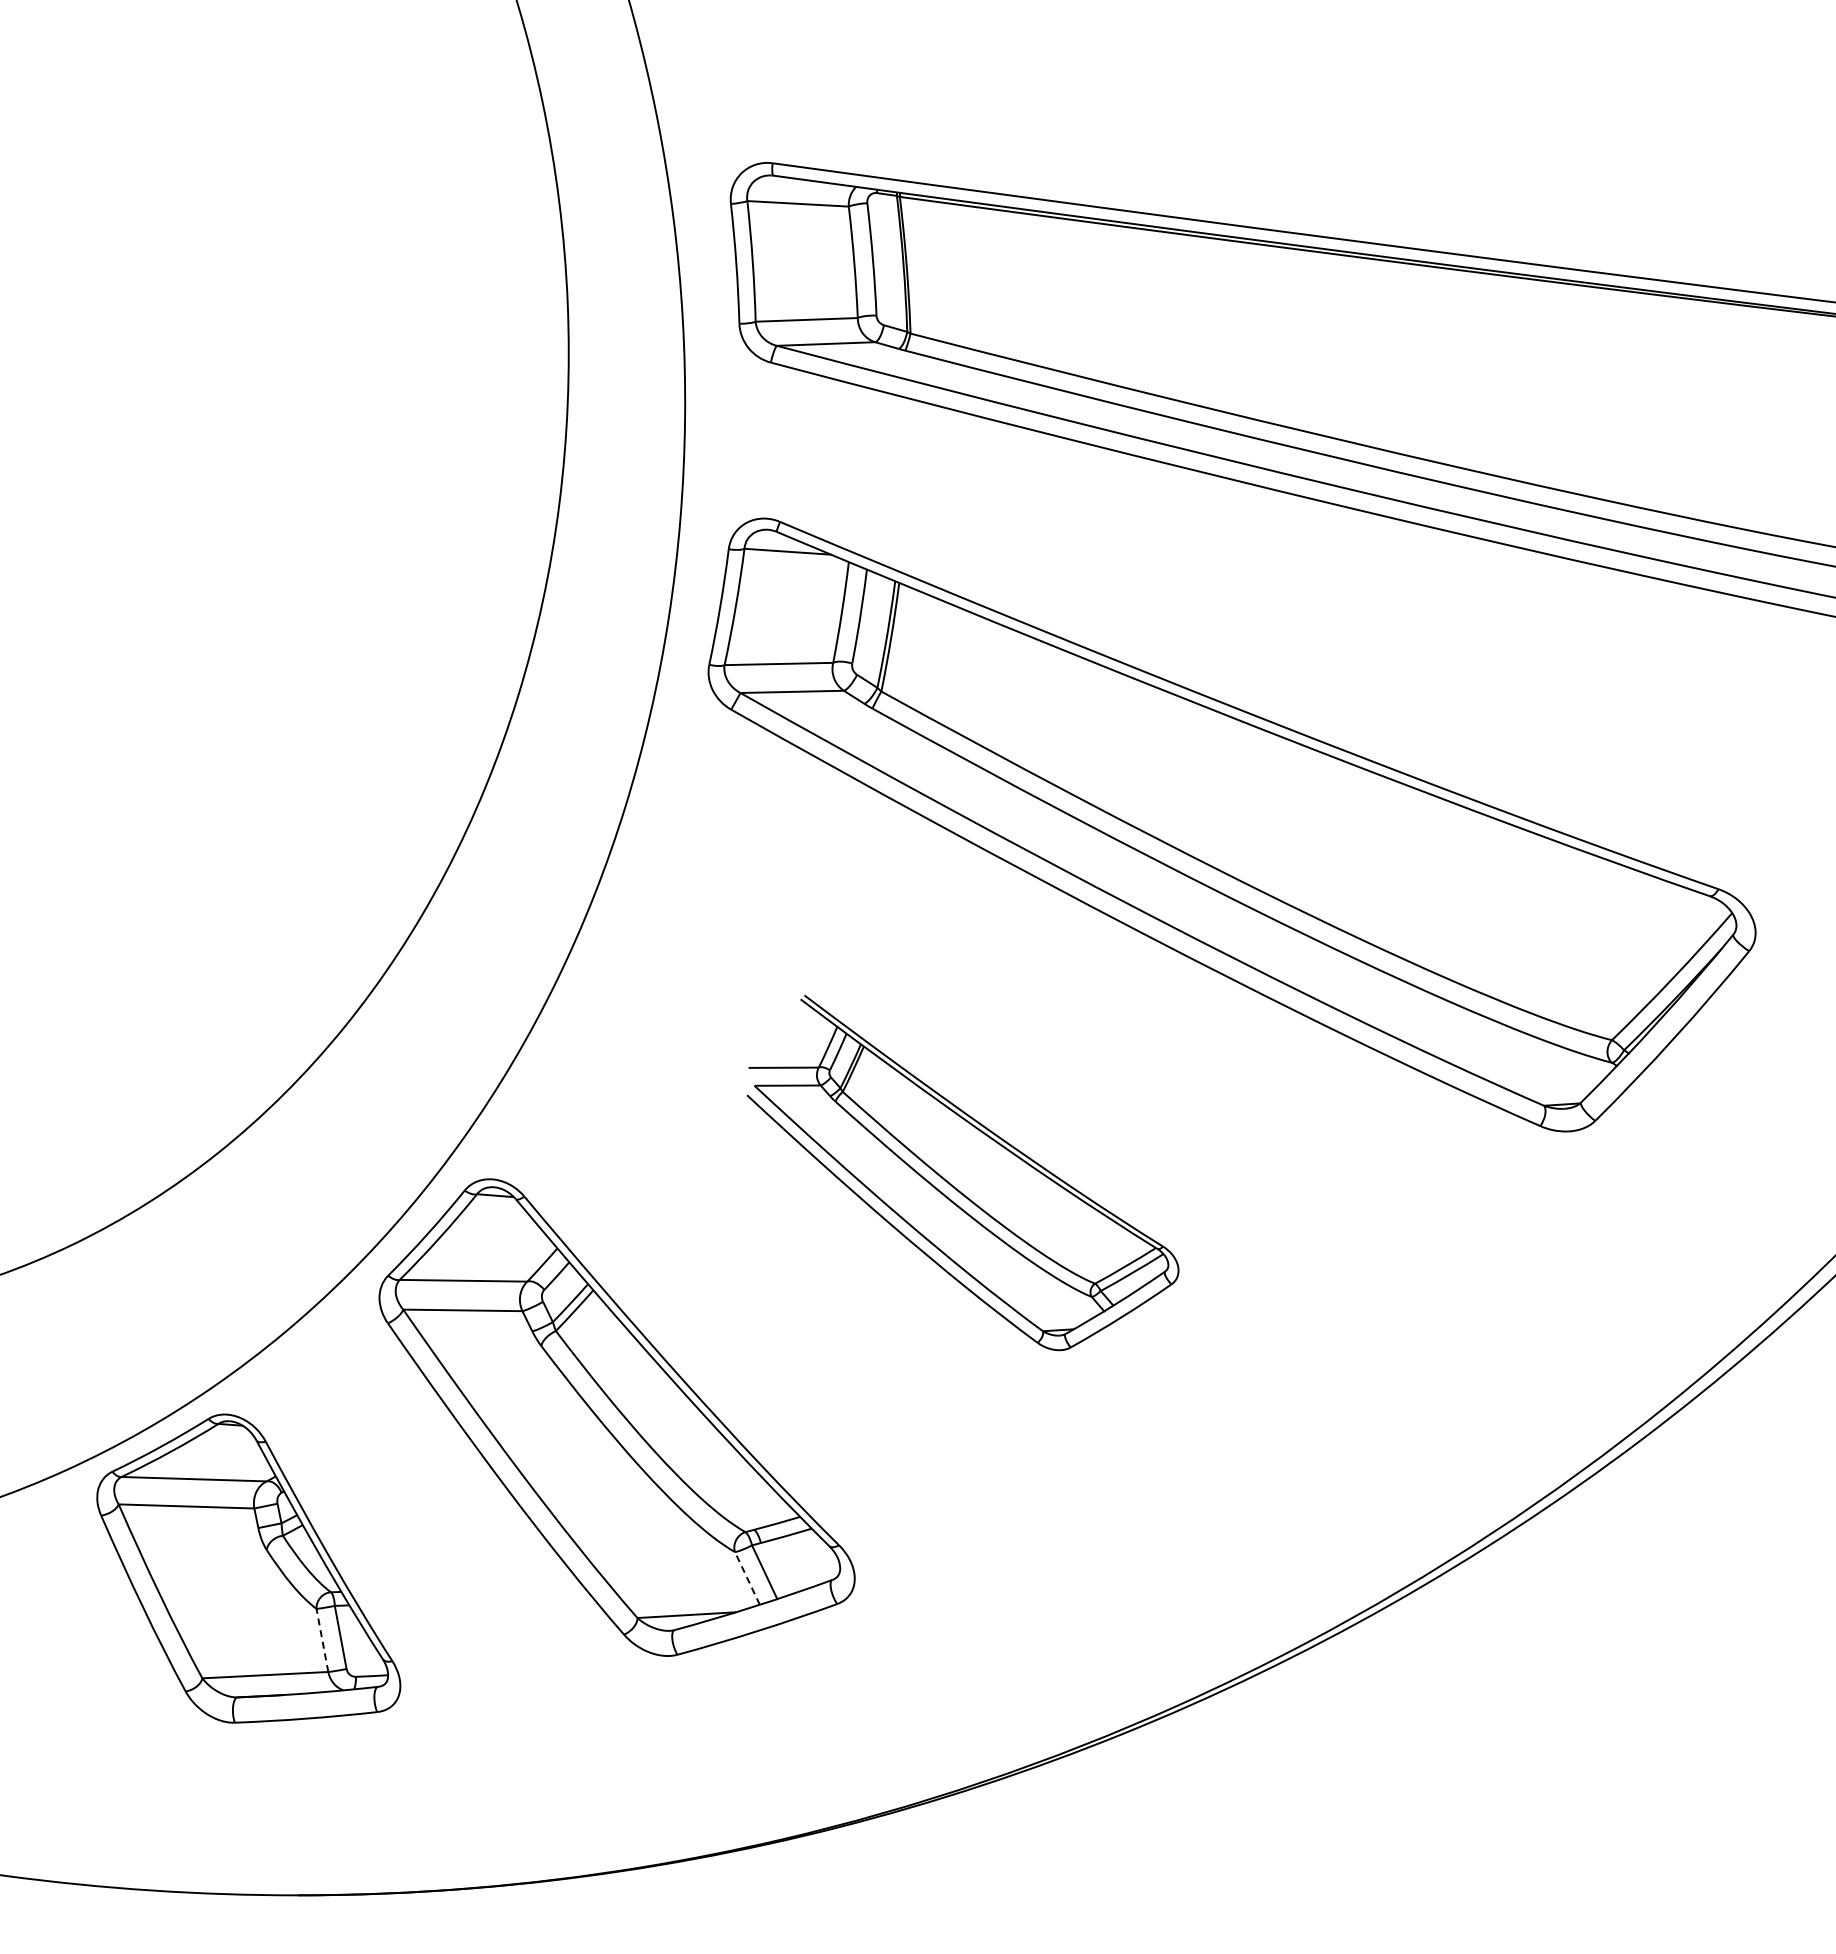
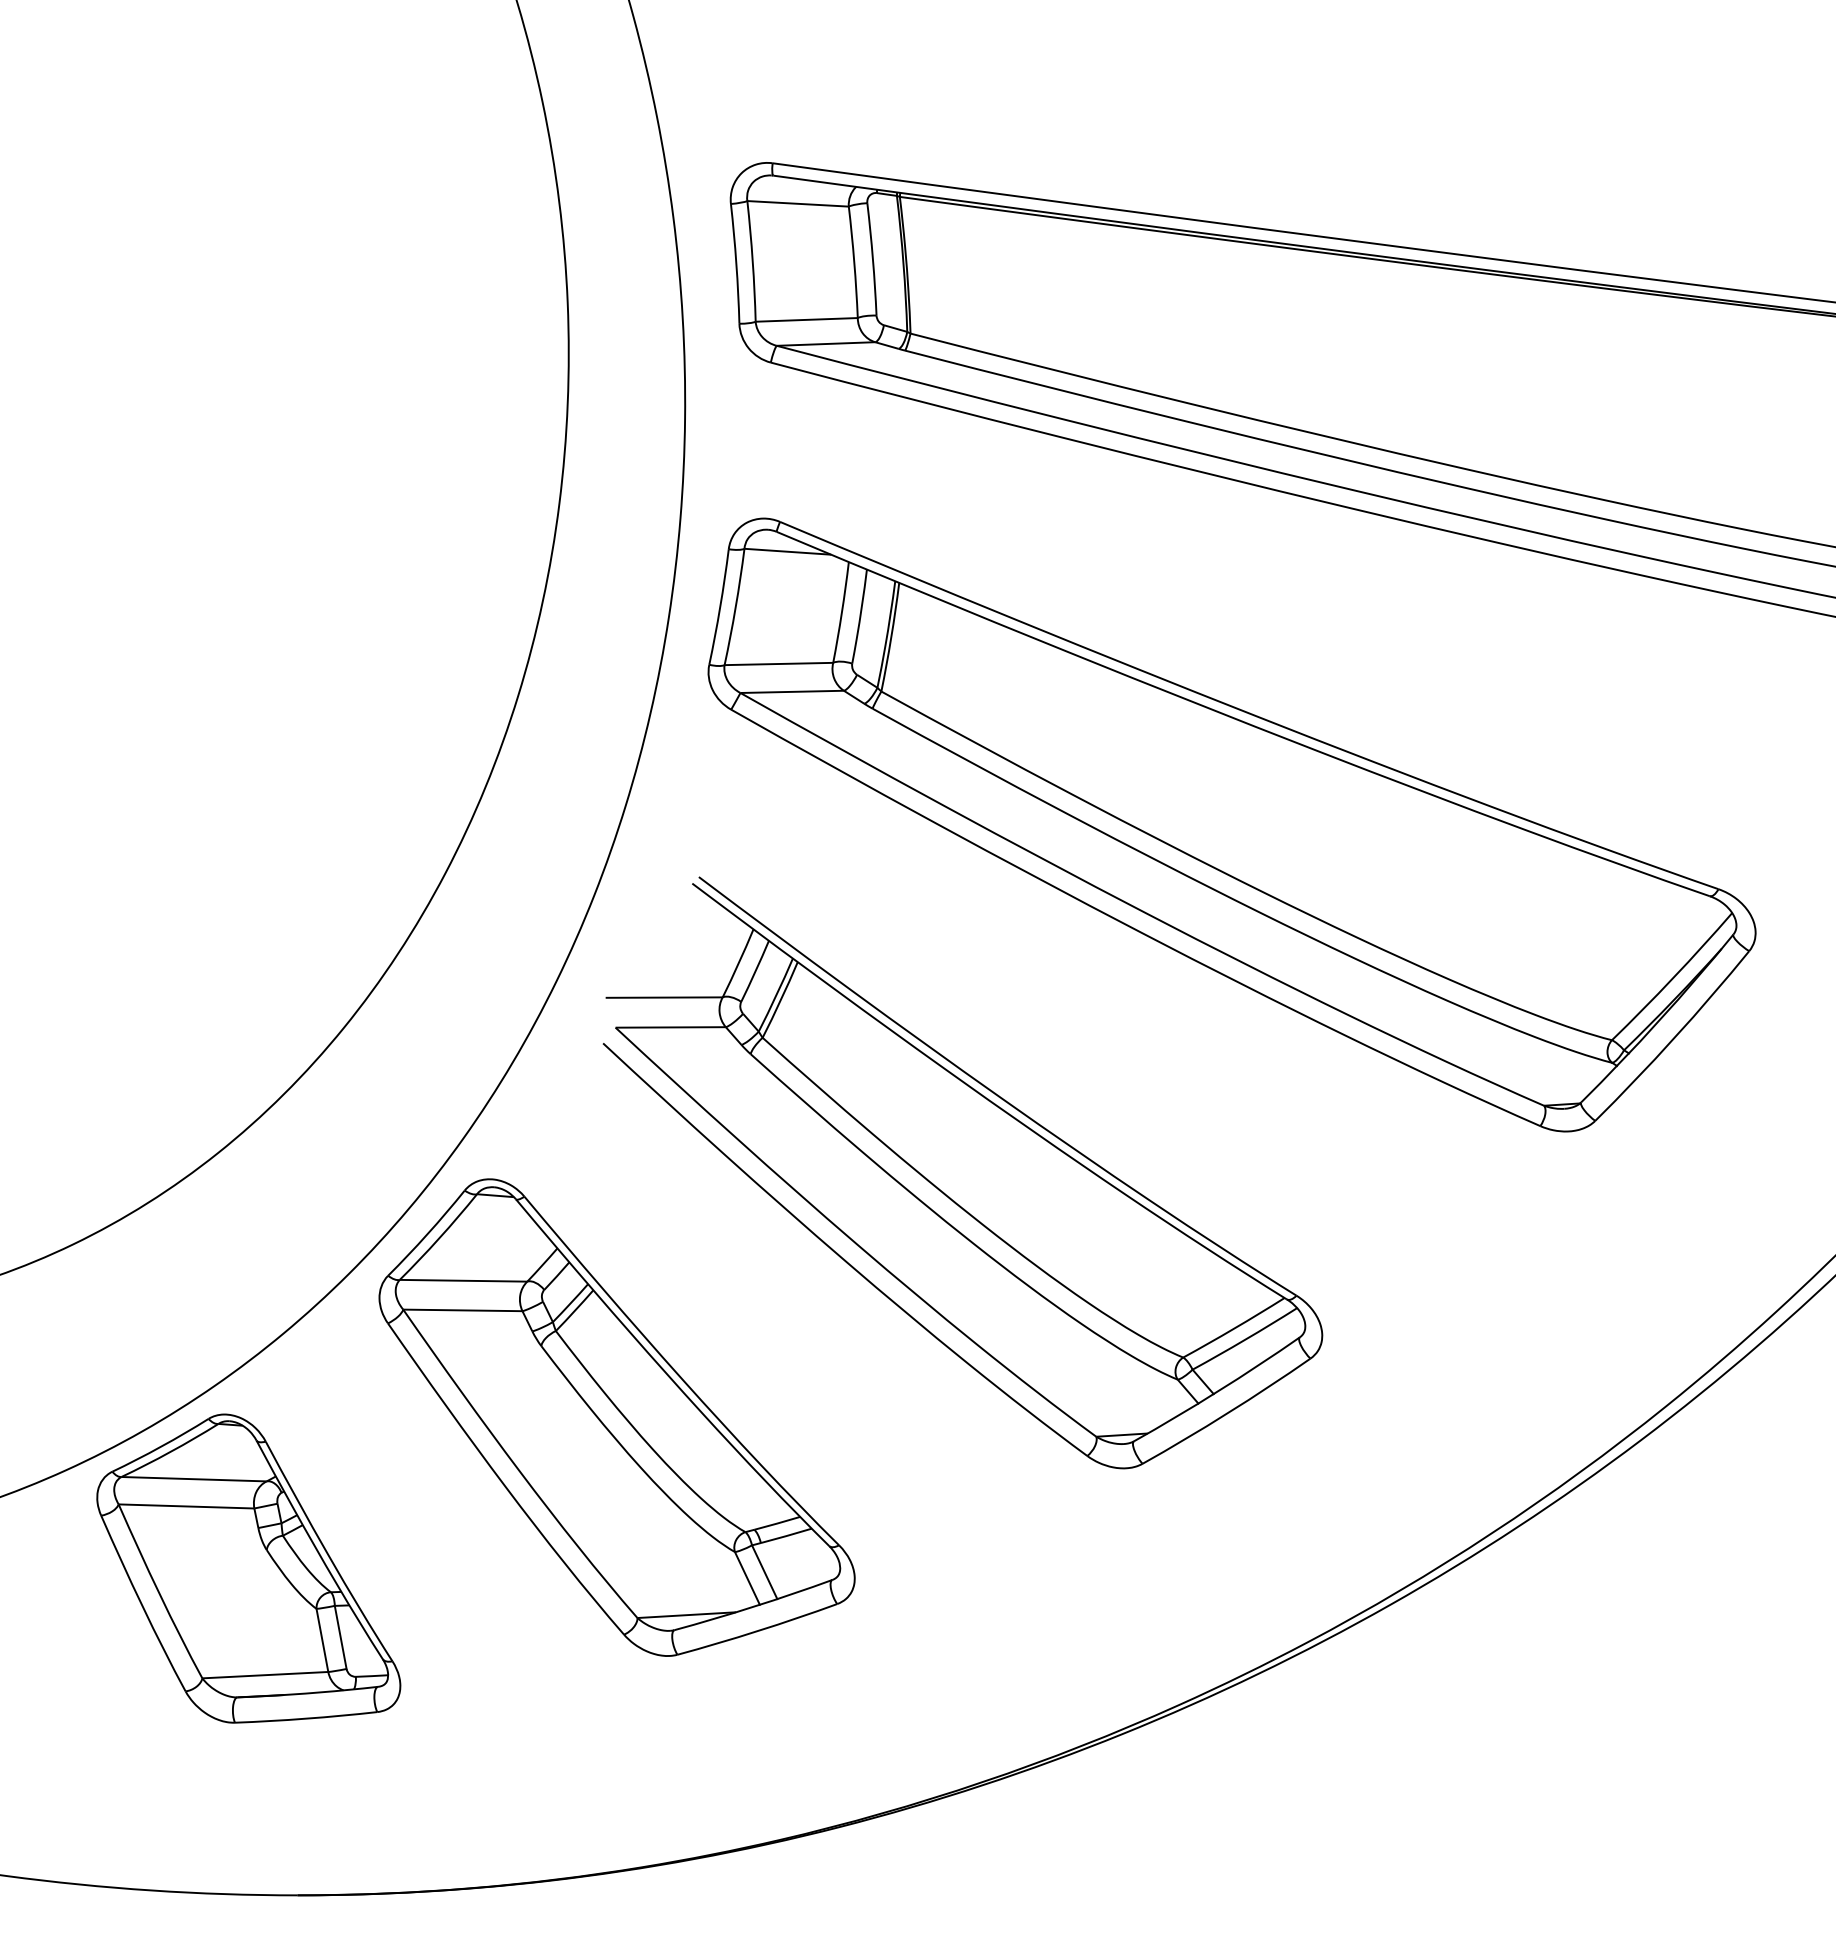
part at (962, 1173) size: 434x357 px -> 722x594 px
line at (747, 1577): dashed -> solid
line at (322, 1639): dashed -> solid
